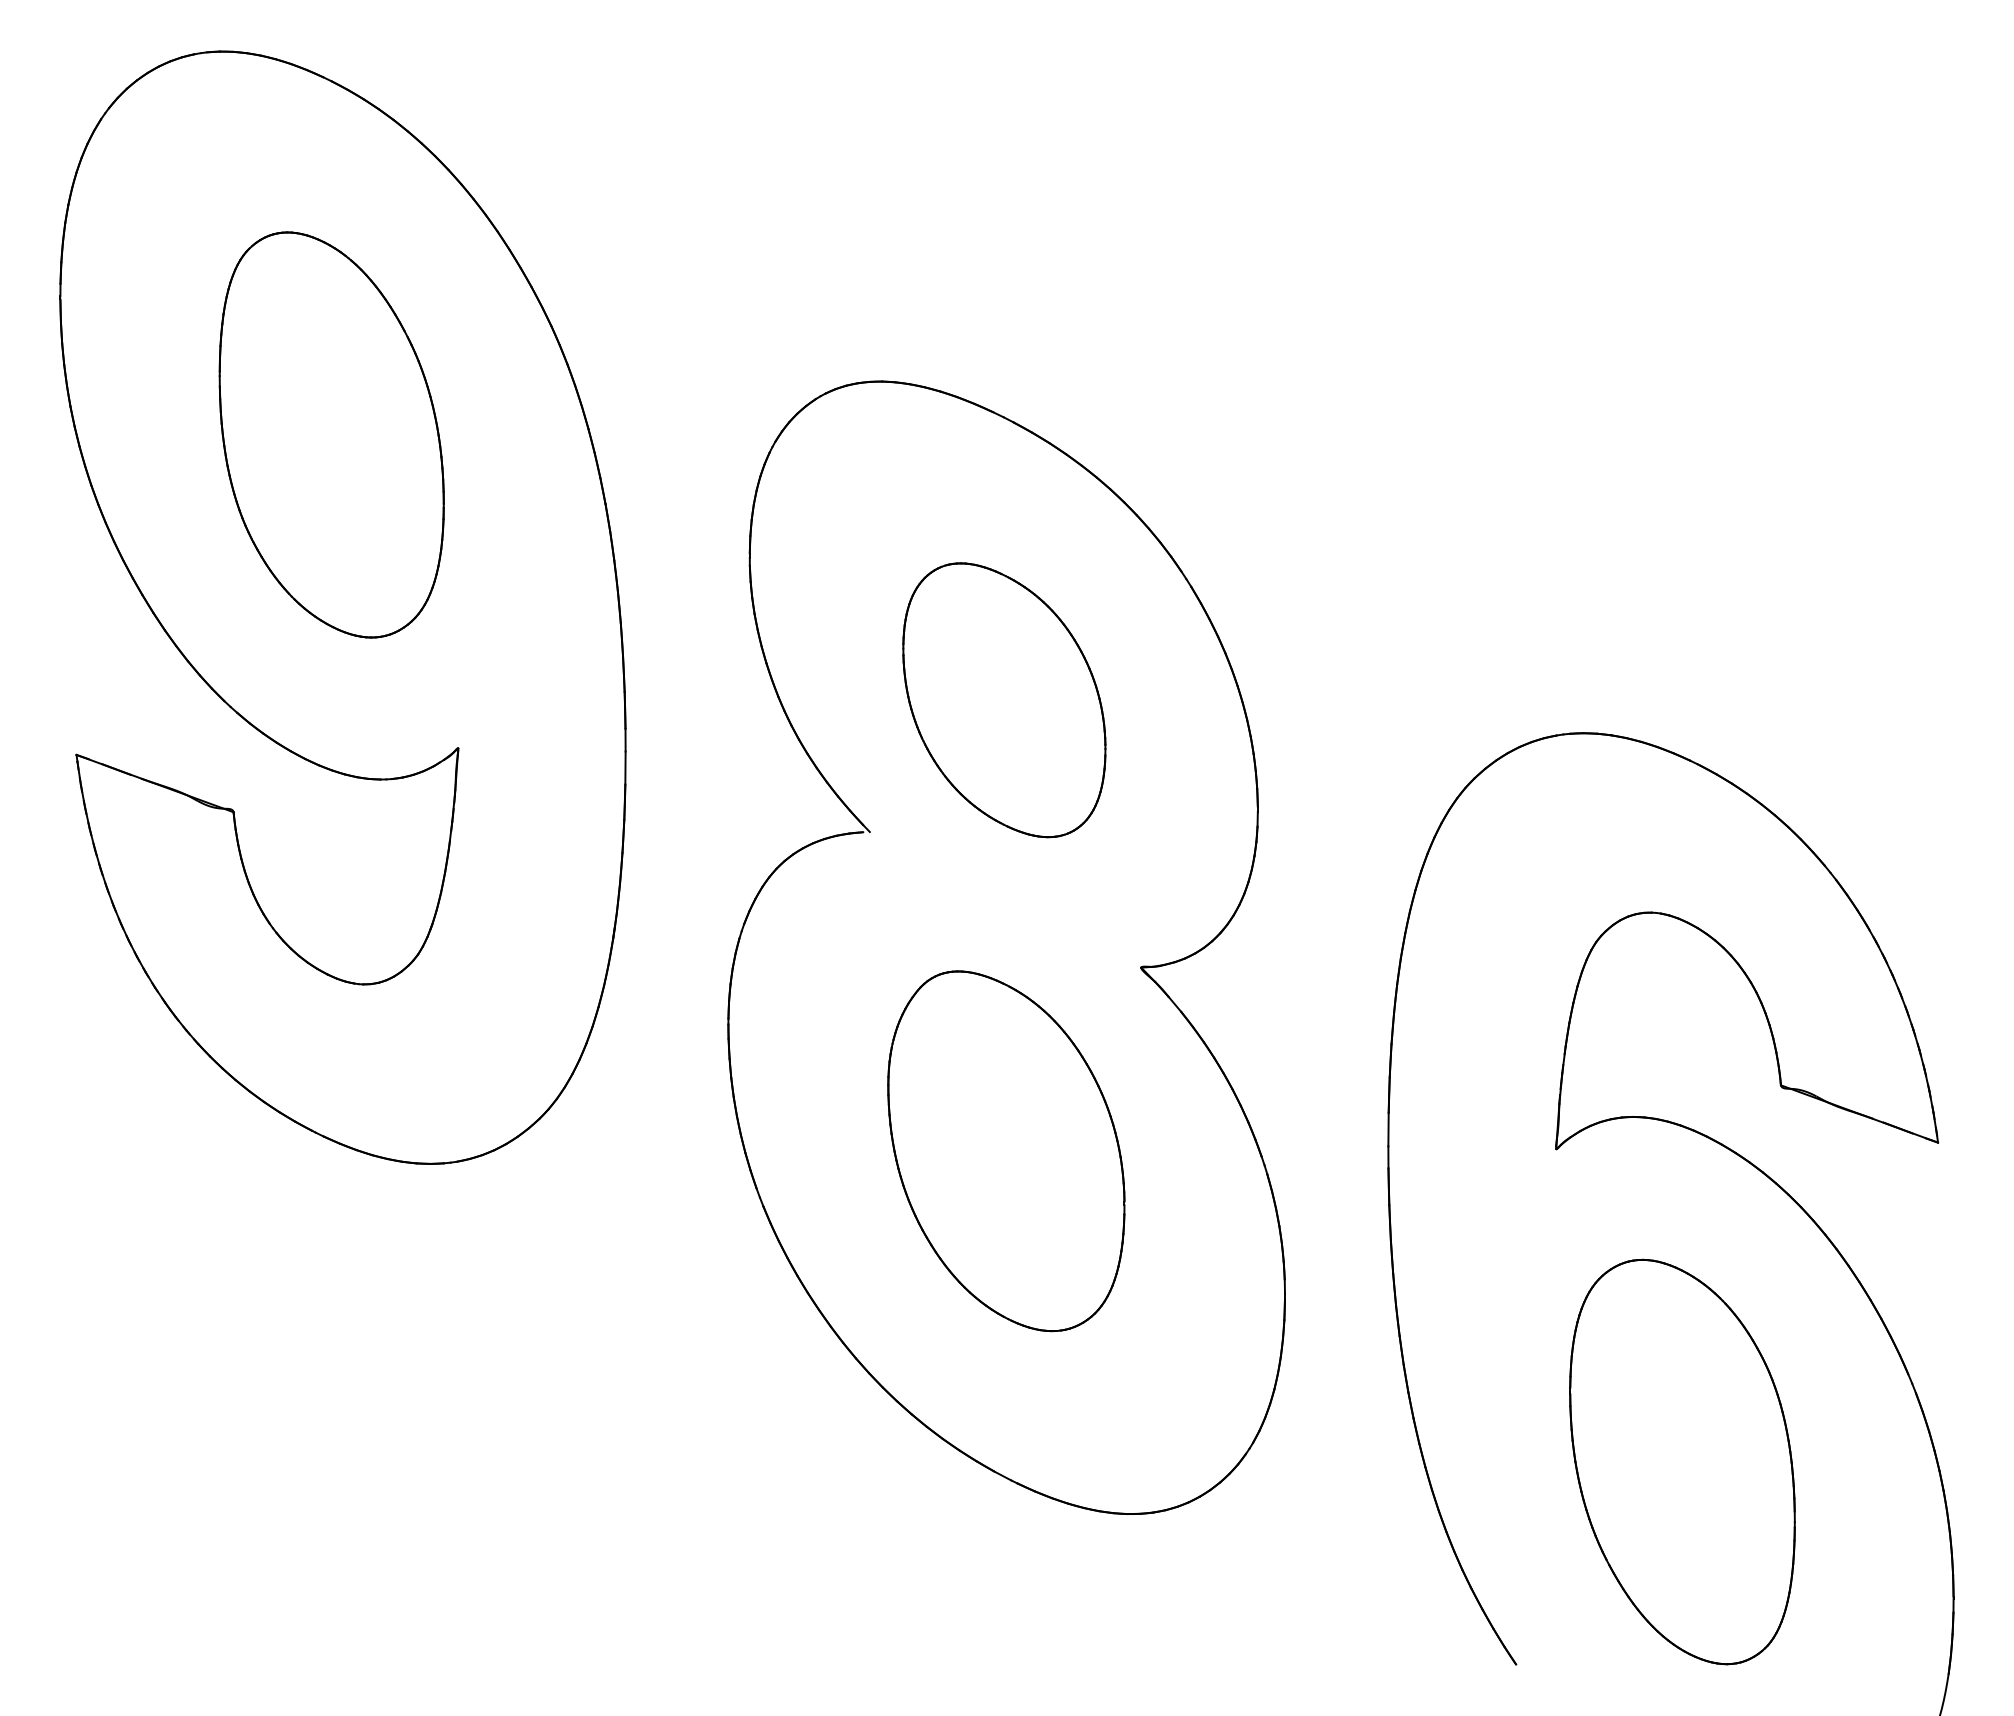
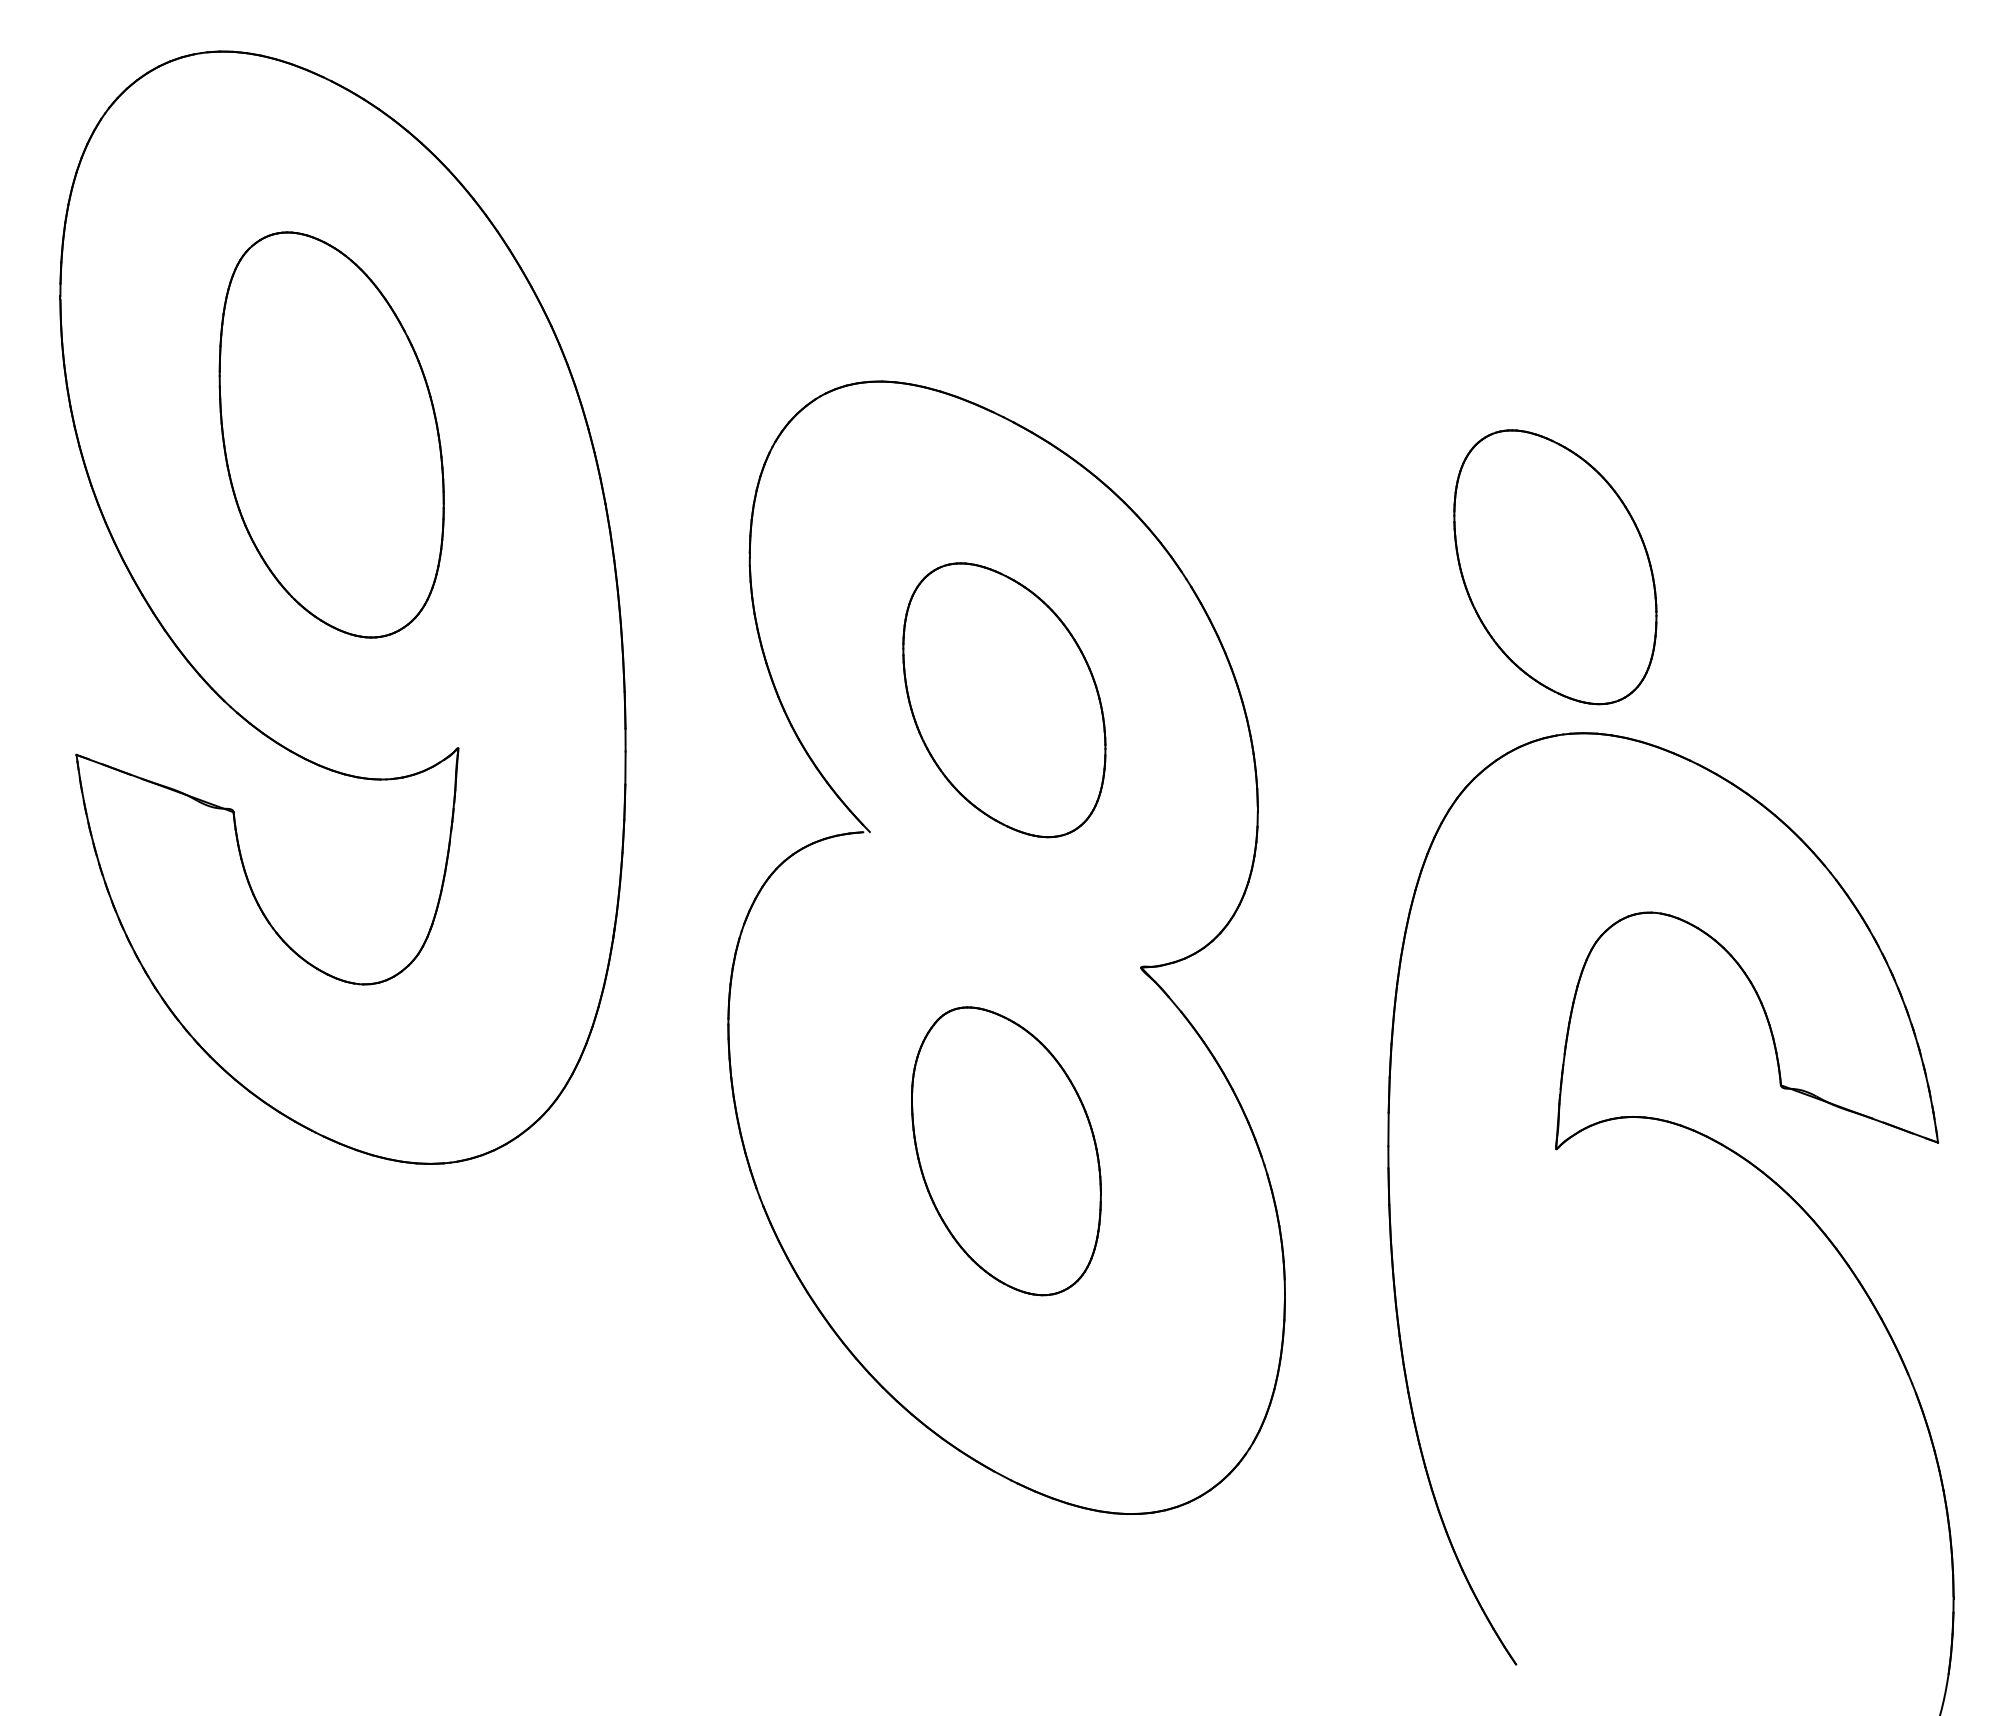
part at (1555, 567): none -> present
part at (1006, 1151) size: 239x363 px -> 191x291 px
part at (1682, 1461): present -> none
